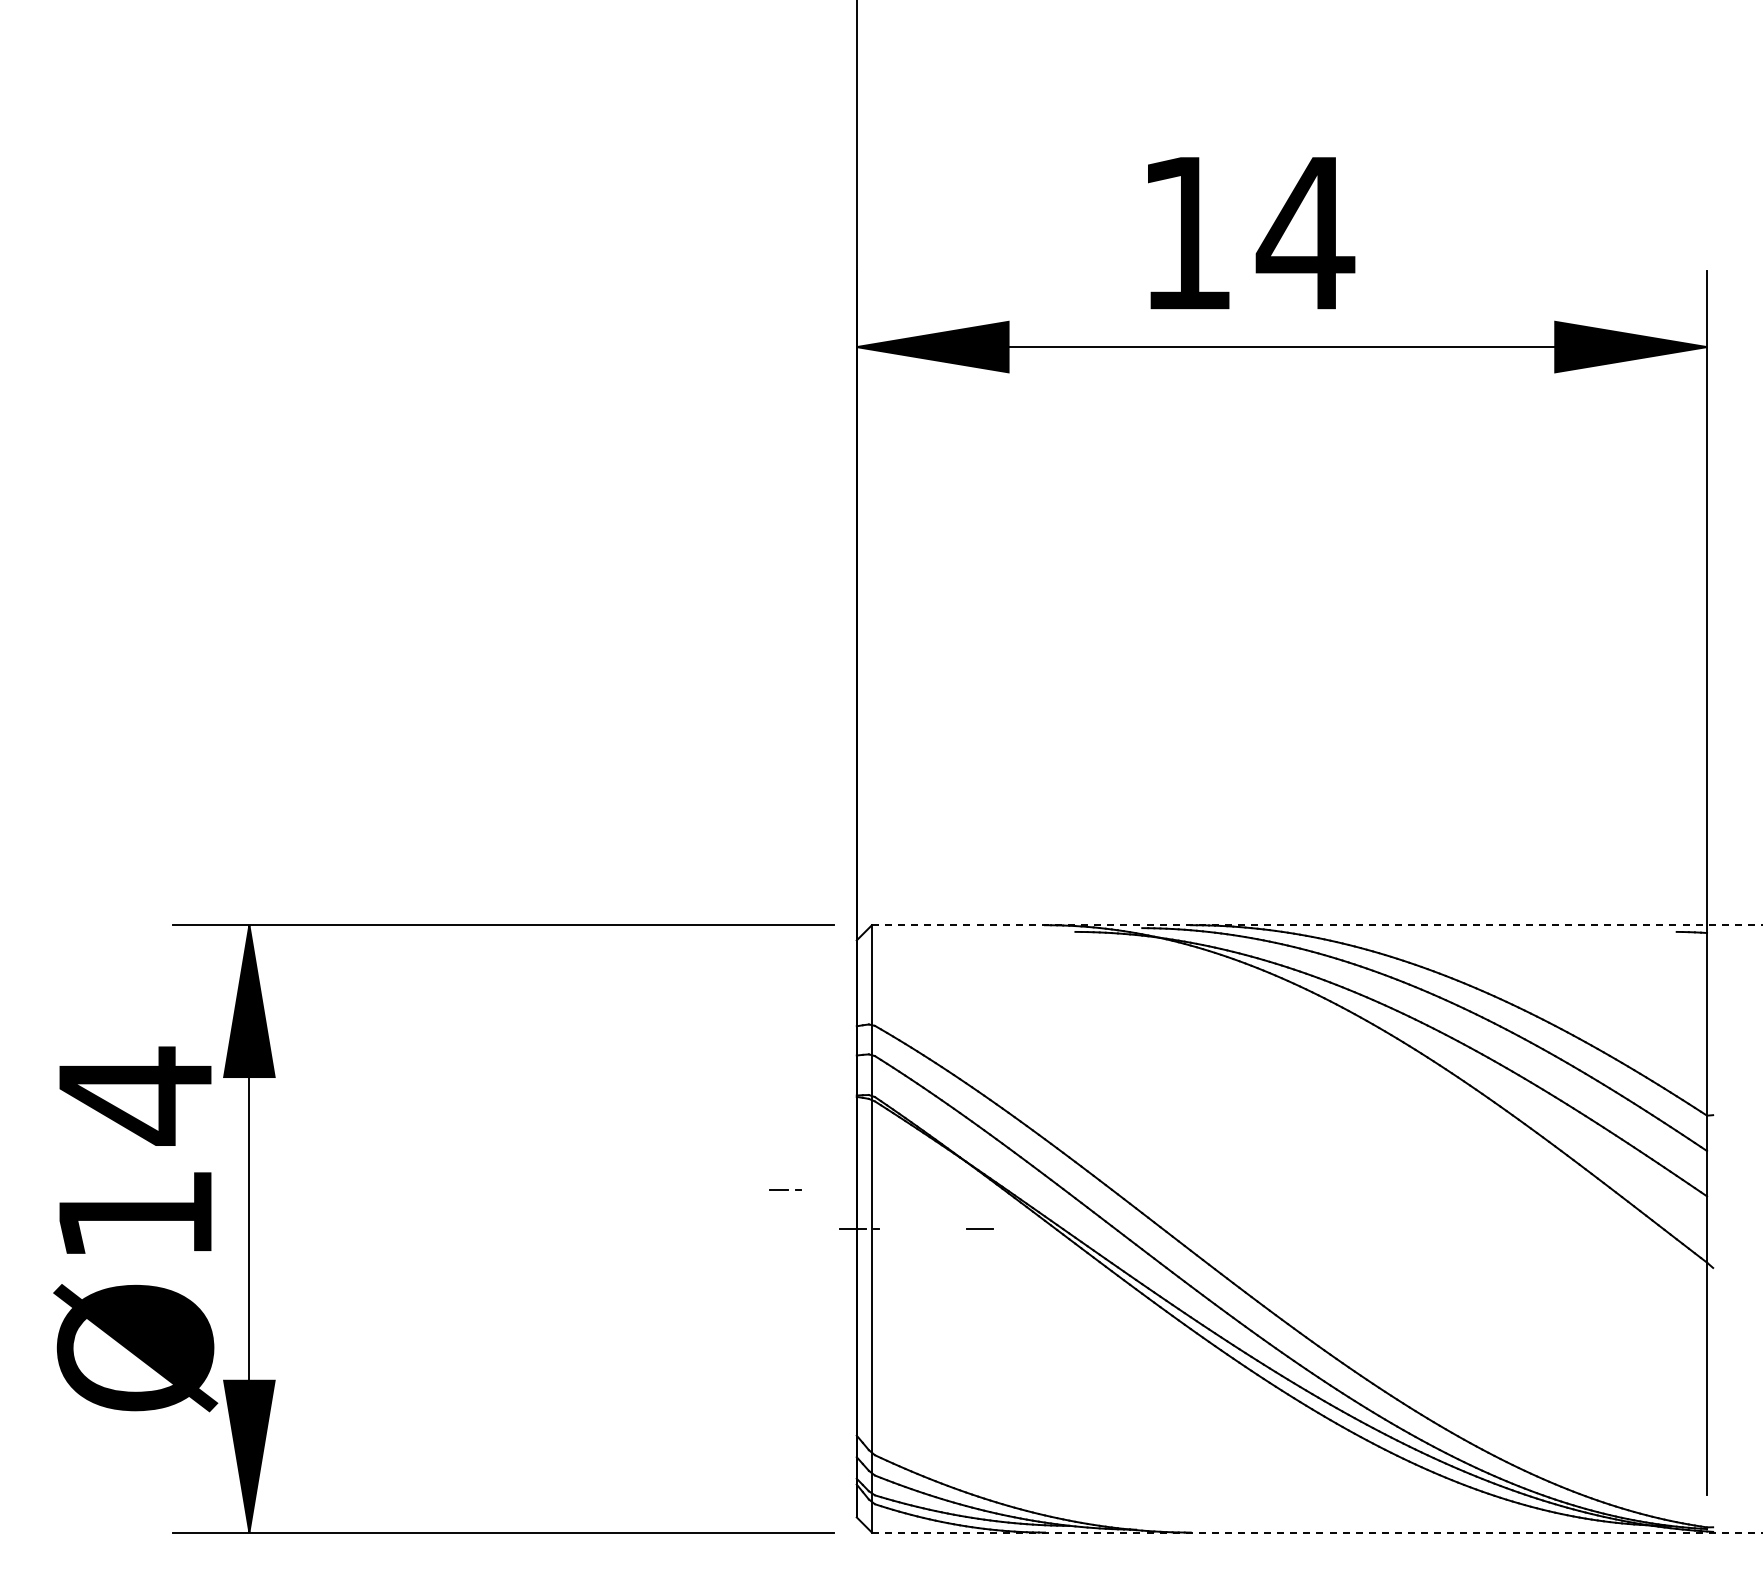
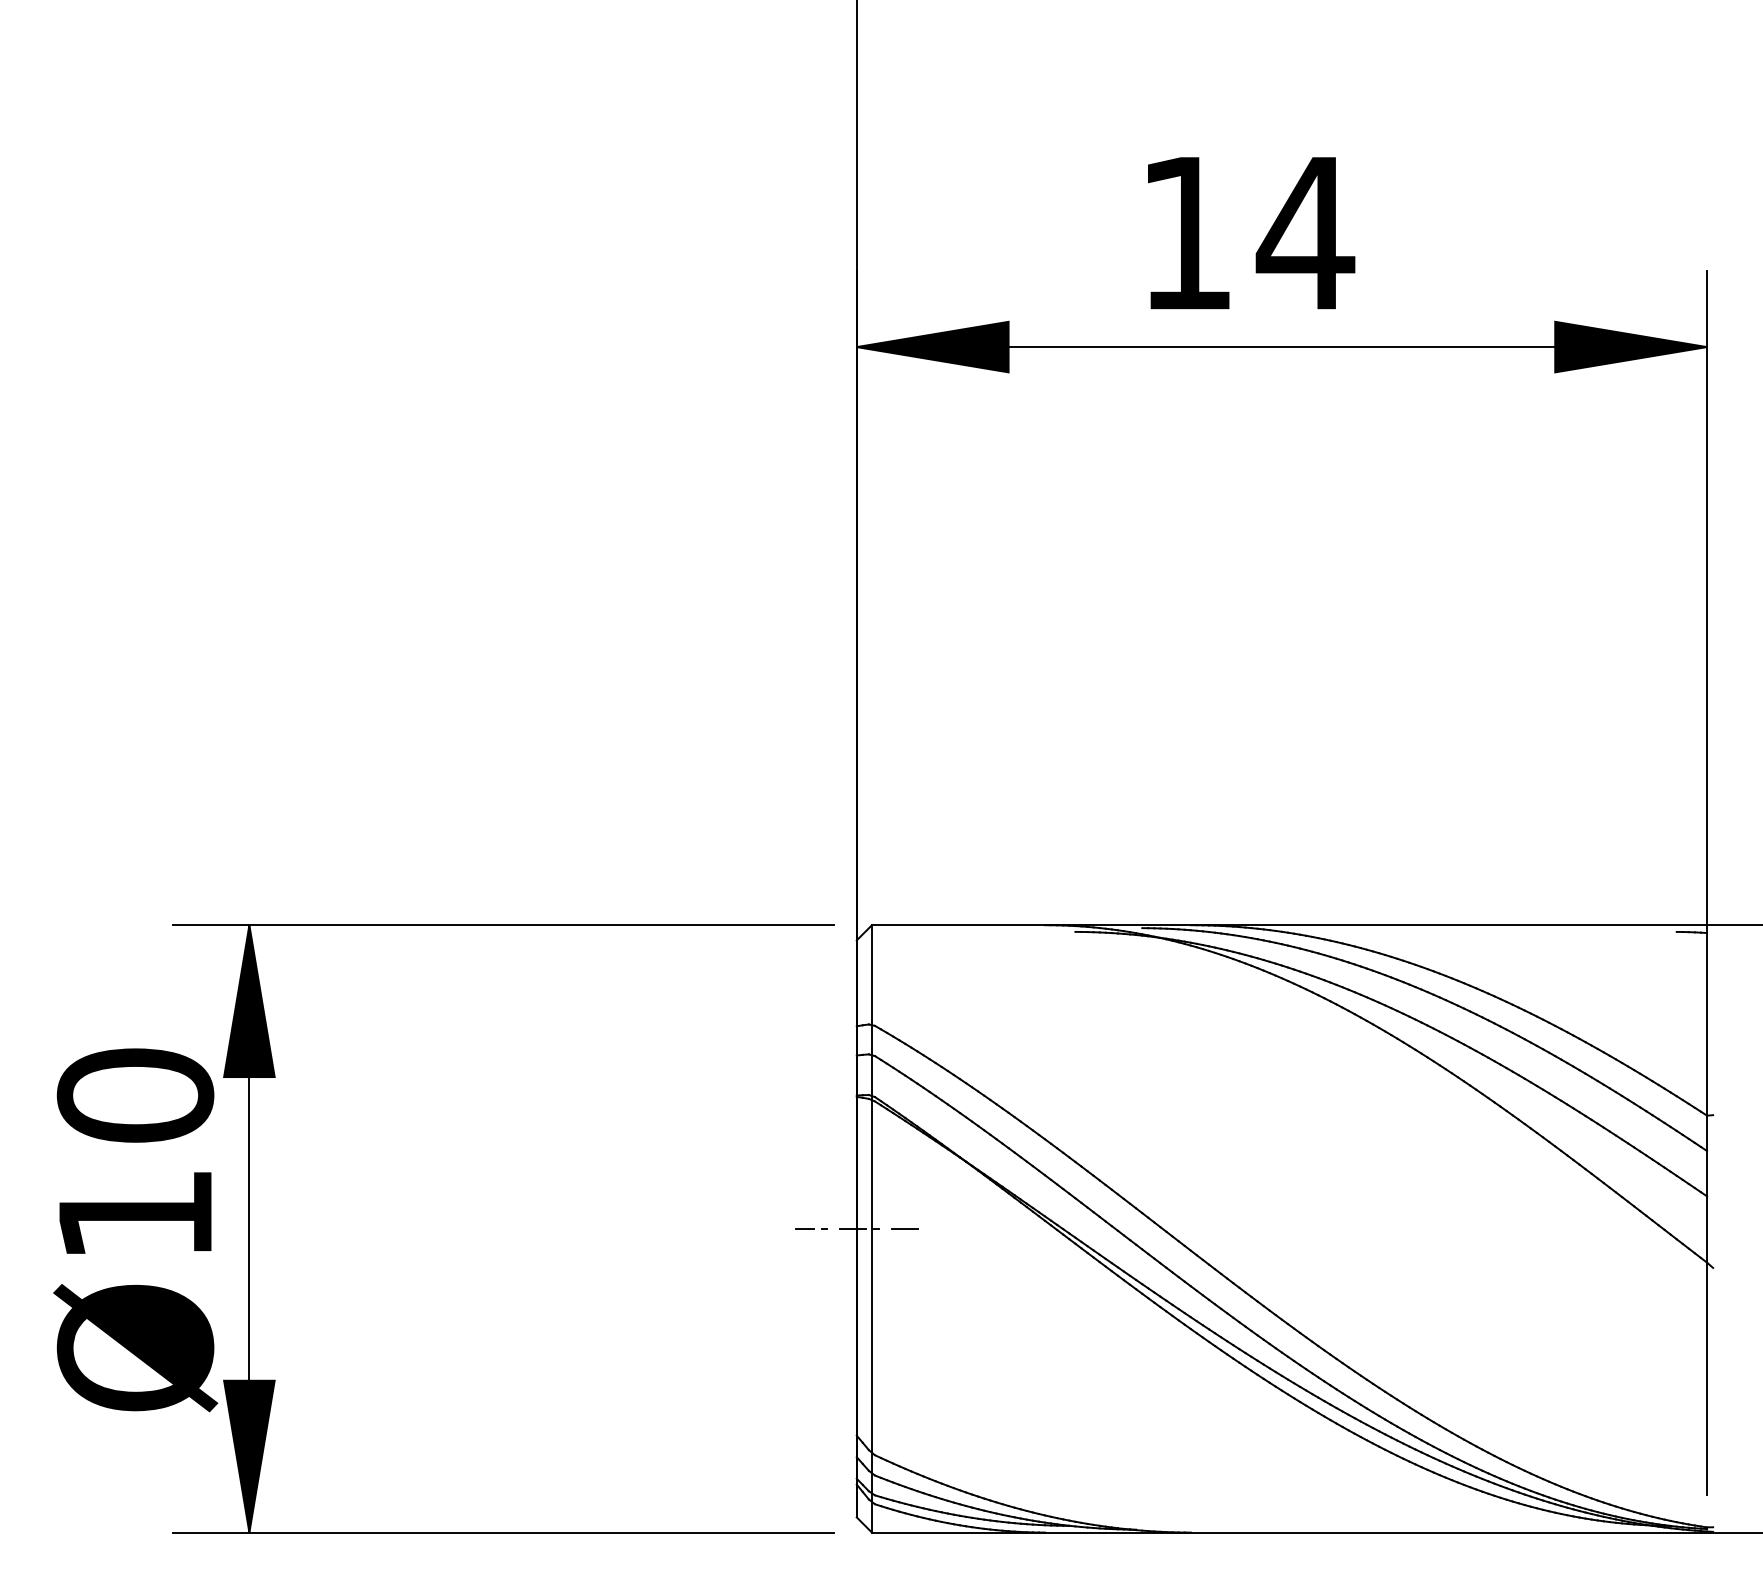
line at (1317, 925): dashed -> solid
text at (135, 1095): Ø14 -> Ø10
line at (785, 1189) position: (785, 1189) -> (811, 1228)
line at (979, 1228) position: (979, 1228) -> (904, 1228)
line at (1317, 1532): dashed -> solid
